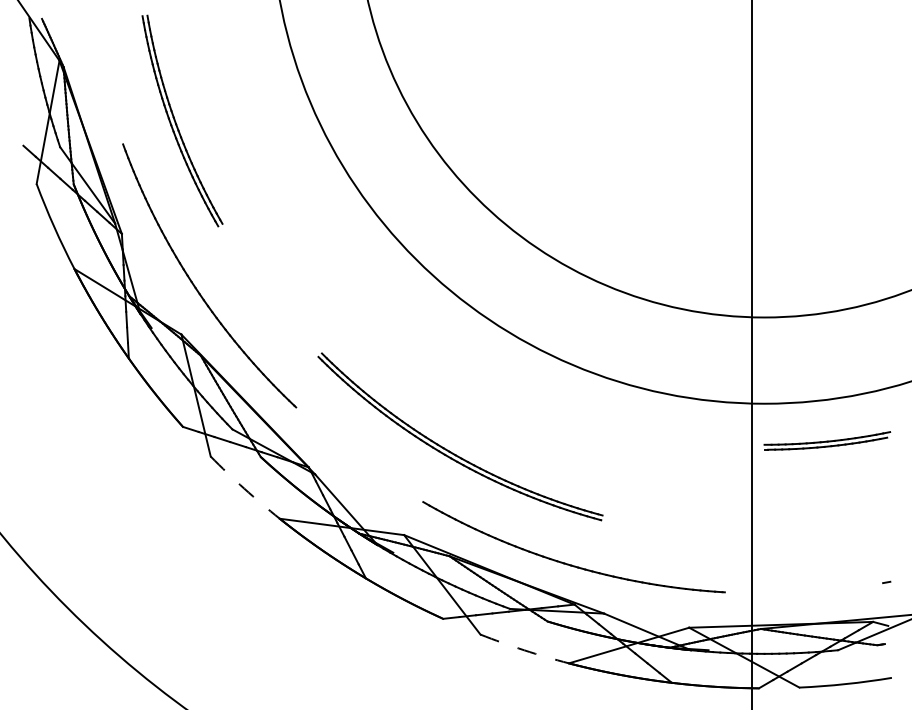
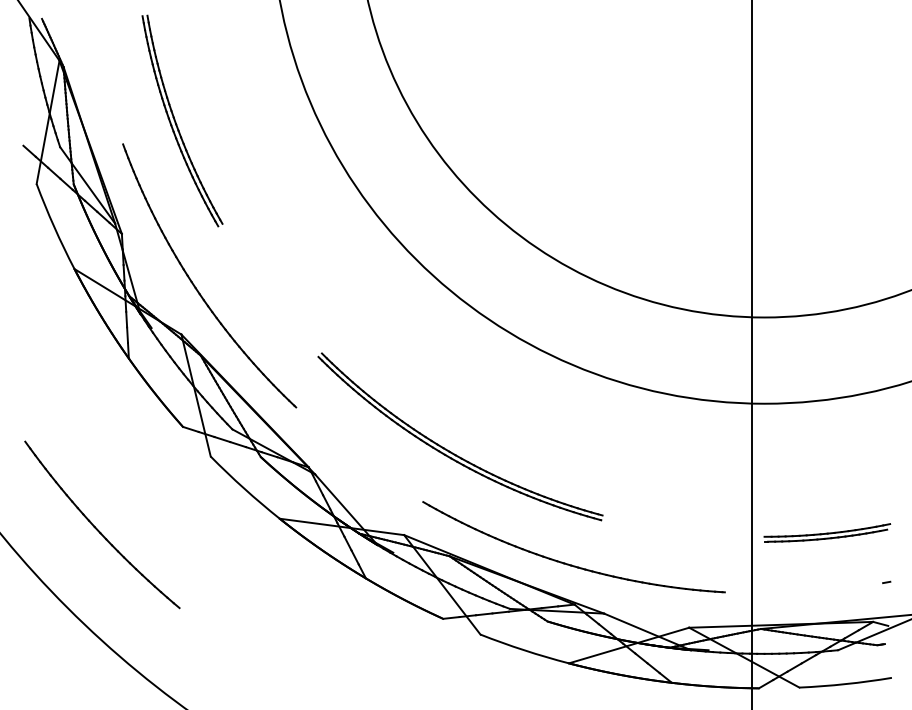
part at (827, 440) position: (827, 440) -> (827, 532)
arc at (244, 488): dashed -> solid
part at (97, 528): none -> present
arc at (524, 650): dashed -> solid
